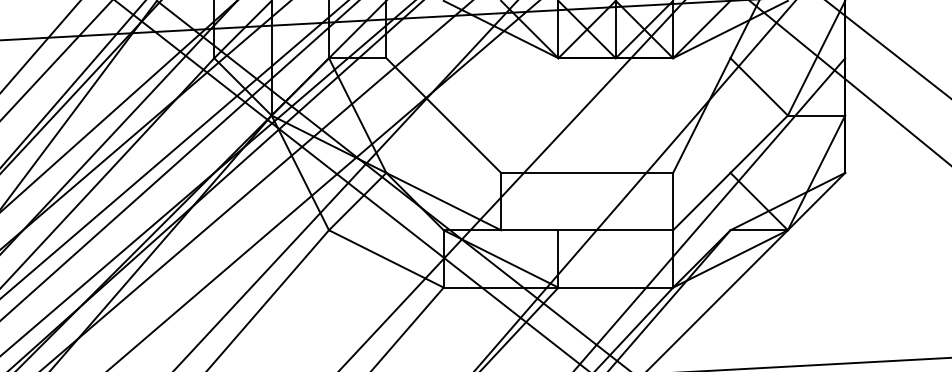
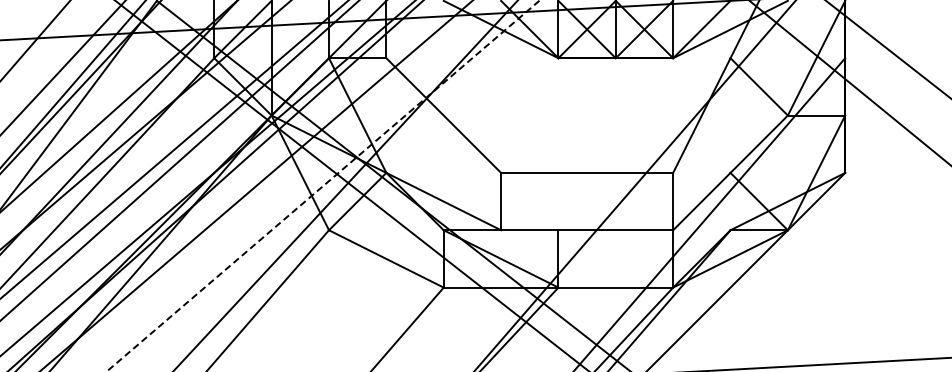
line at (40, 46) position: (40, 46) -> (35, 40)
line at (56, 60) position: (56, 60) -> (63, 67)
line at (512, 185): present -> none
line at (323, 186): solid -> dashed
